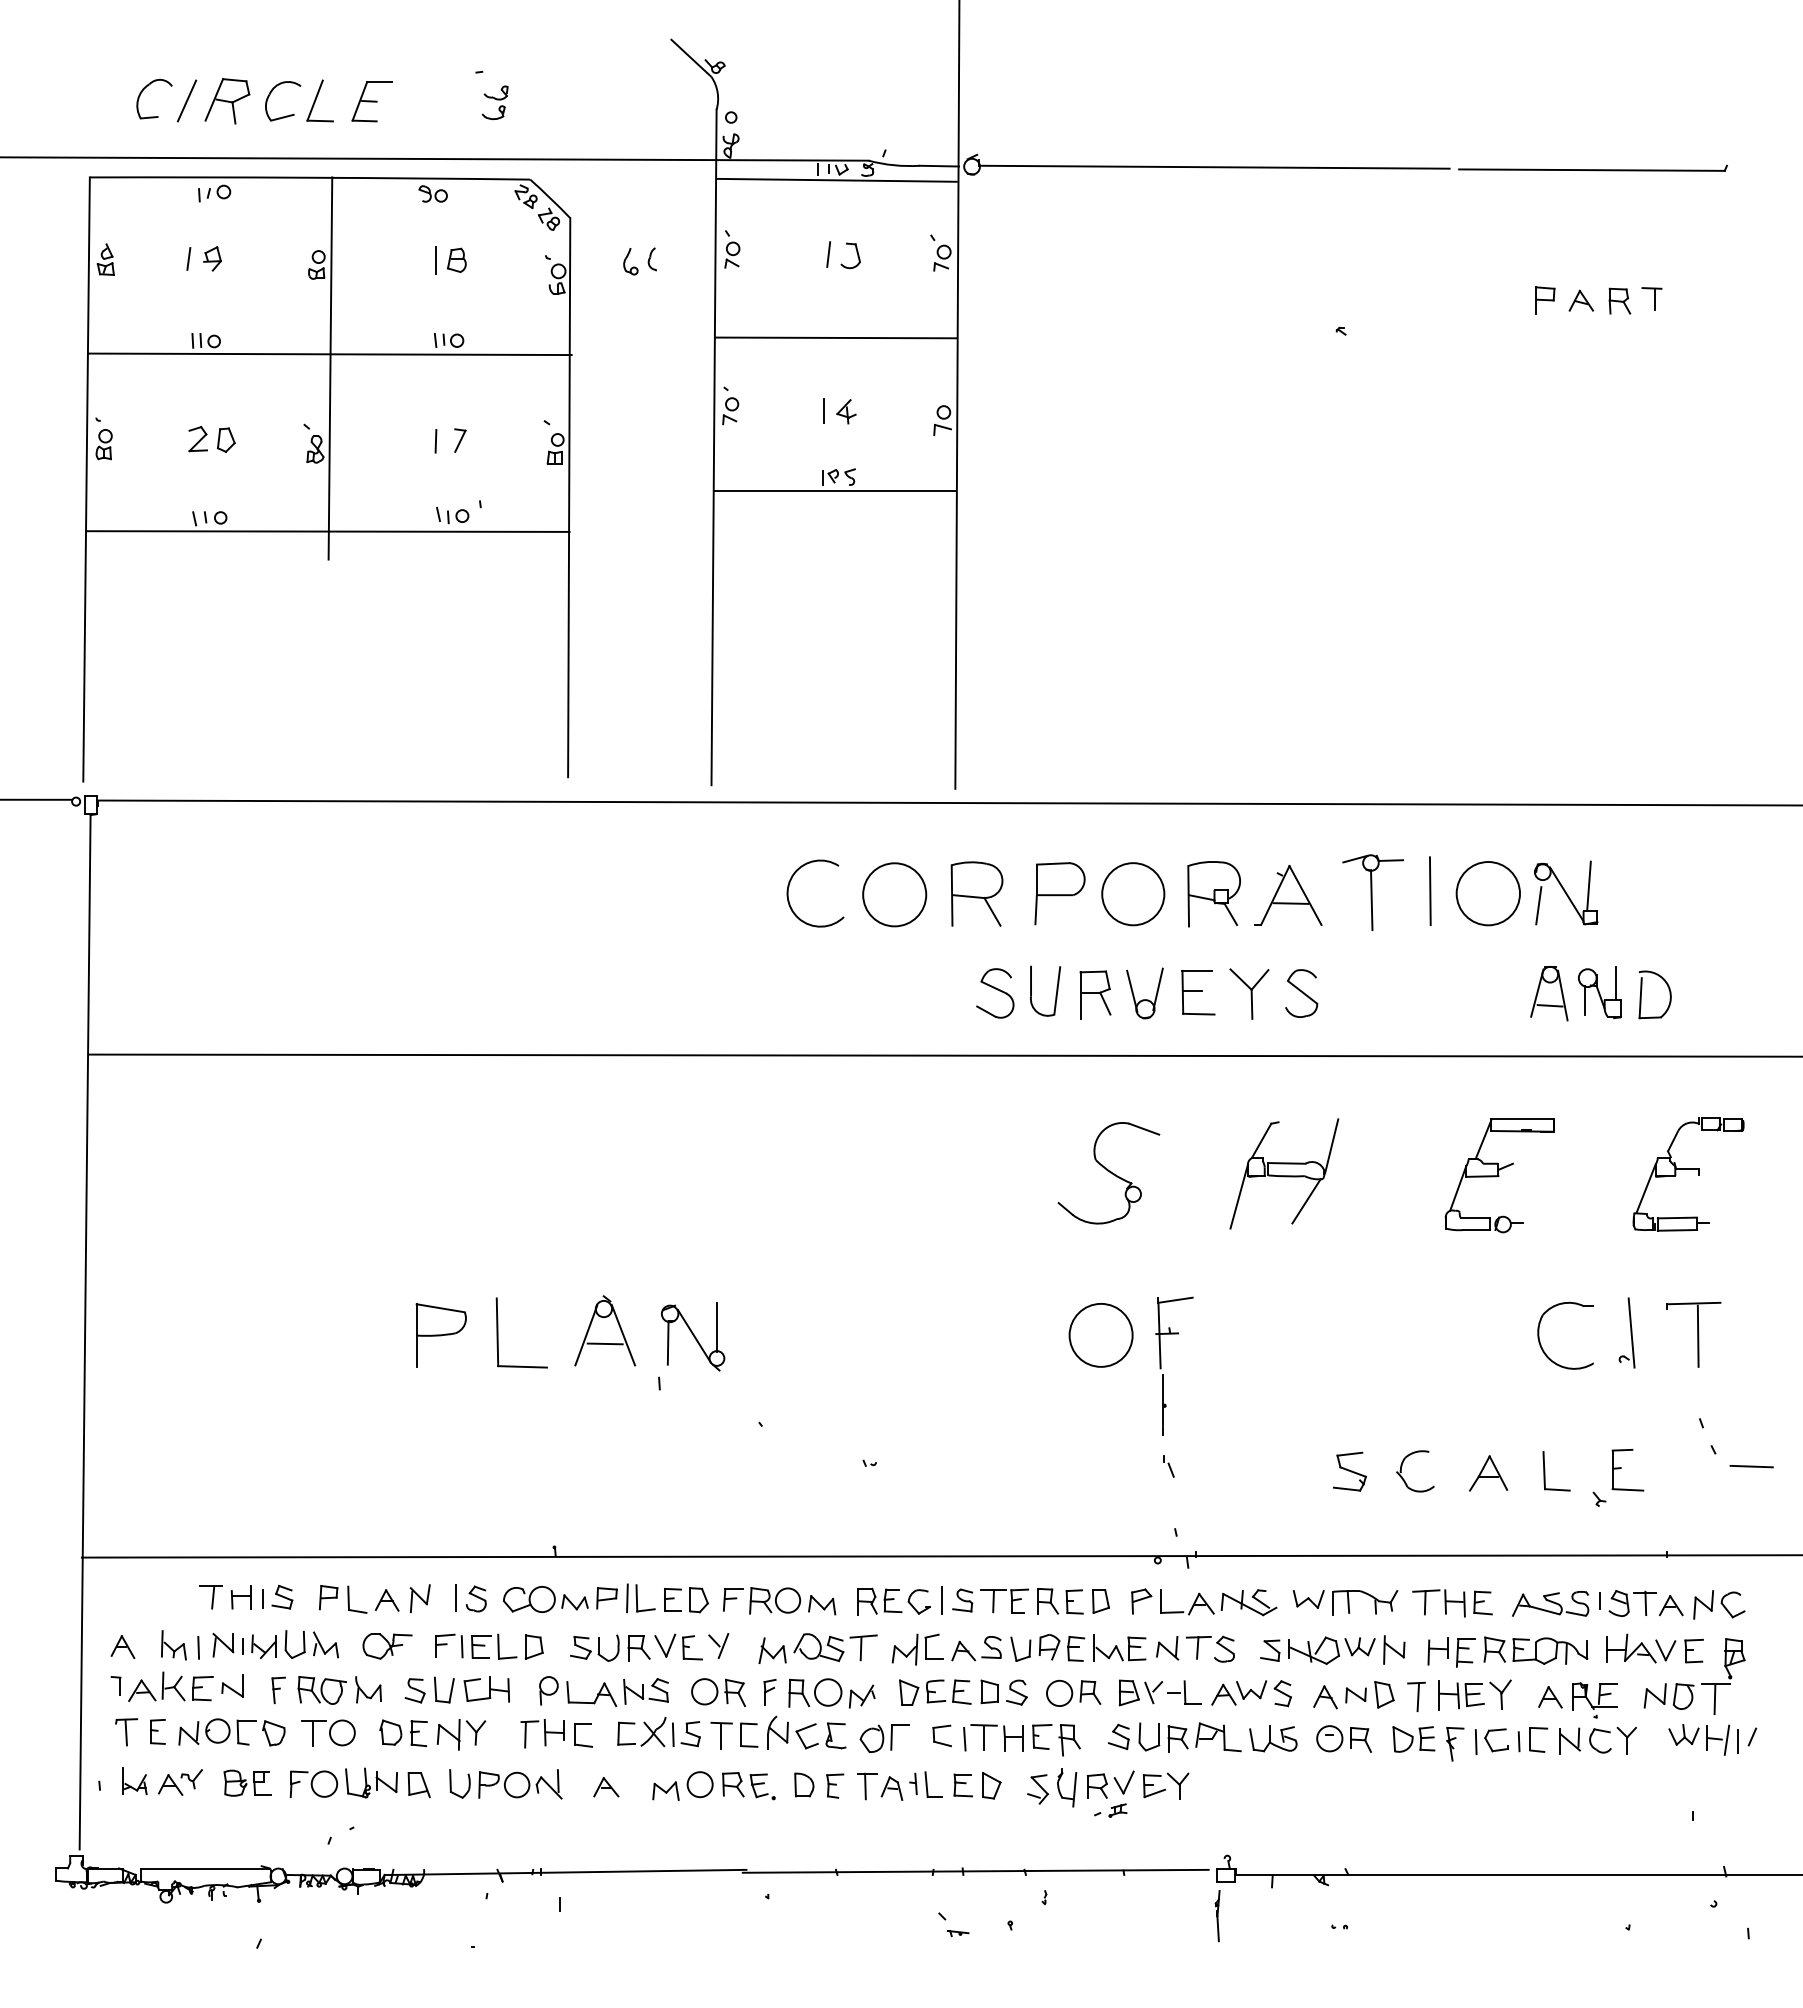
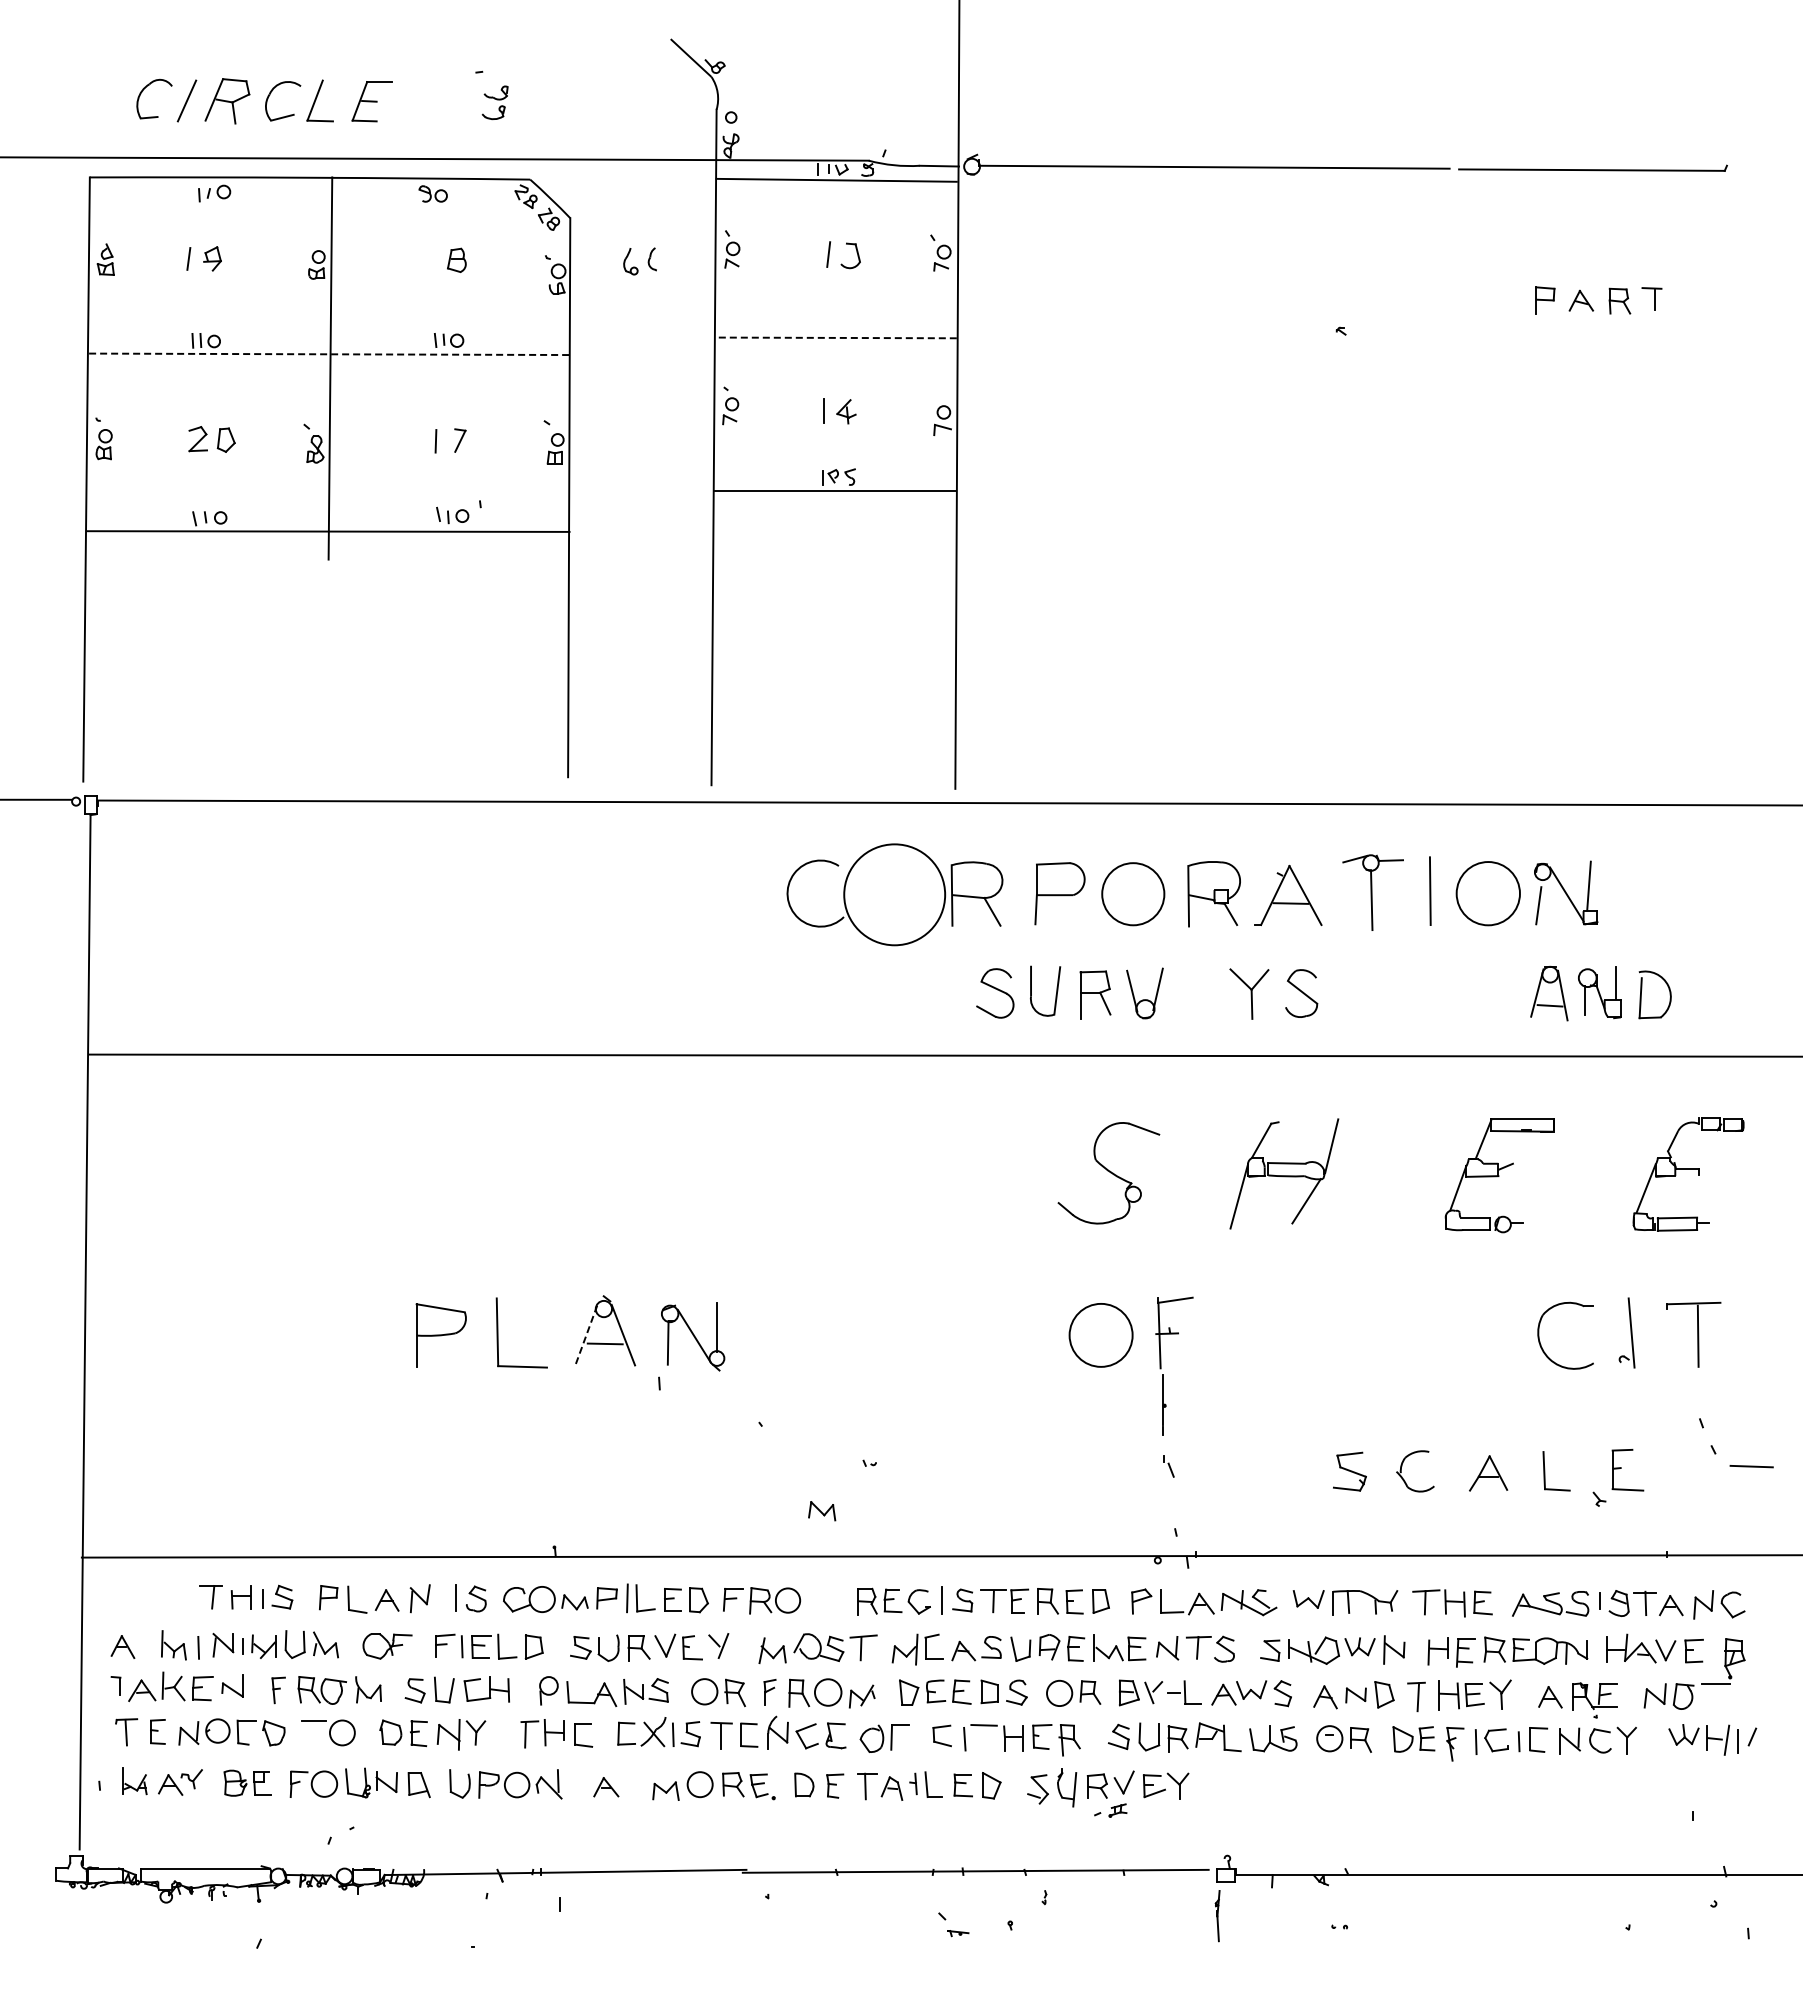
line at (436, 259): present -> none
line at (835, 337): solid -> dashed
line at (330, 354): solid -> dashed
circle at (894, 894) diameter: 63 px -> 101 px
part at (1198, 992): present -> none
line at (586, 1335): solid -> dashed
part at (822, 1605) position: (822, 1605) -> (822, 1511)
line at (1714, 1699): present -> none
line at (313, 1733): present -> none
line at (984, 1737): present -> none
